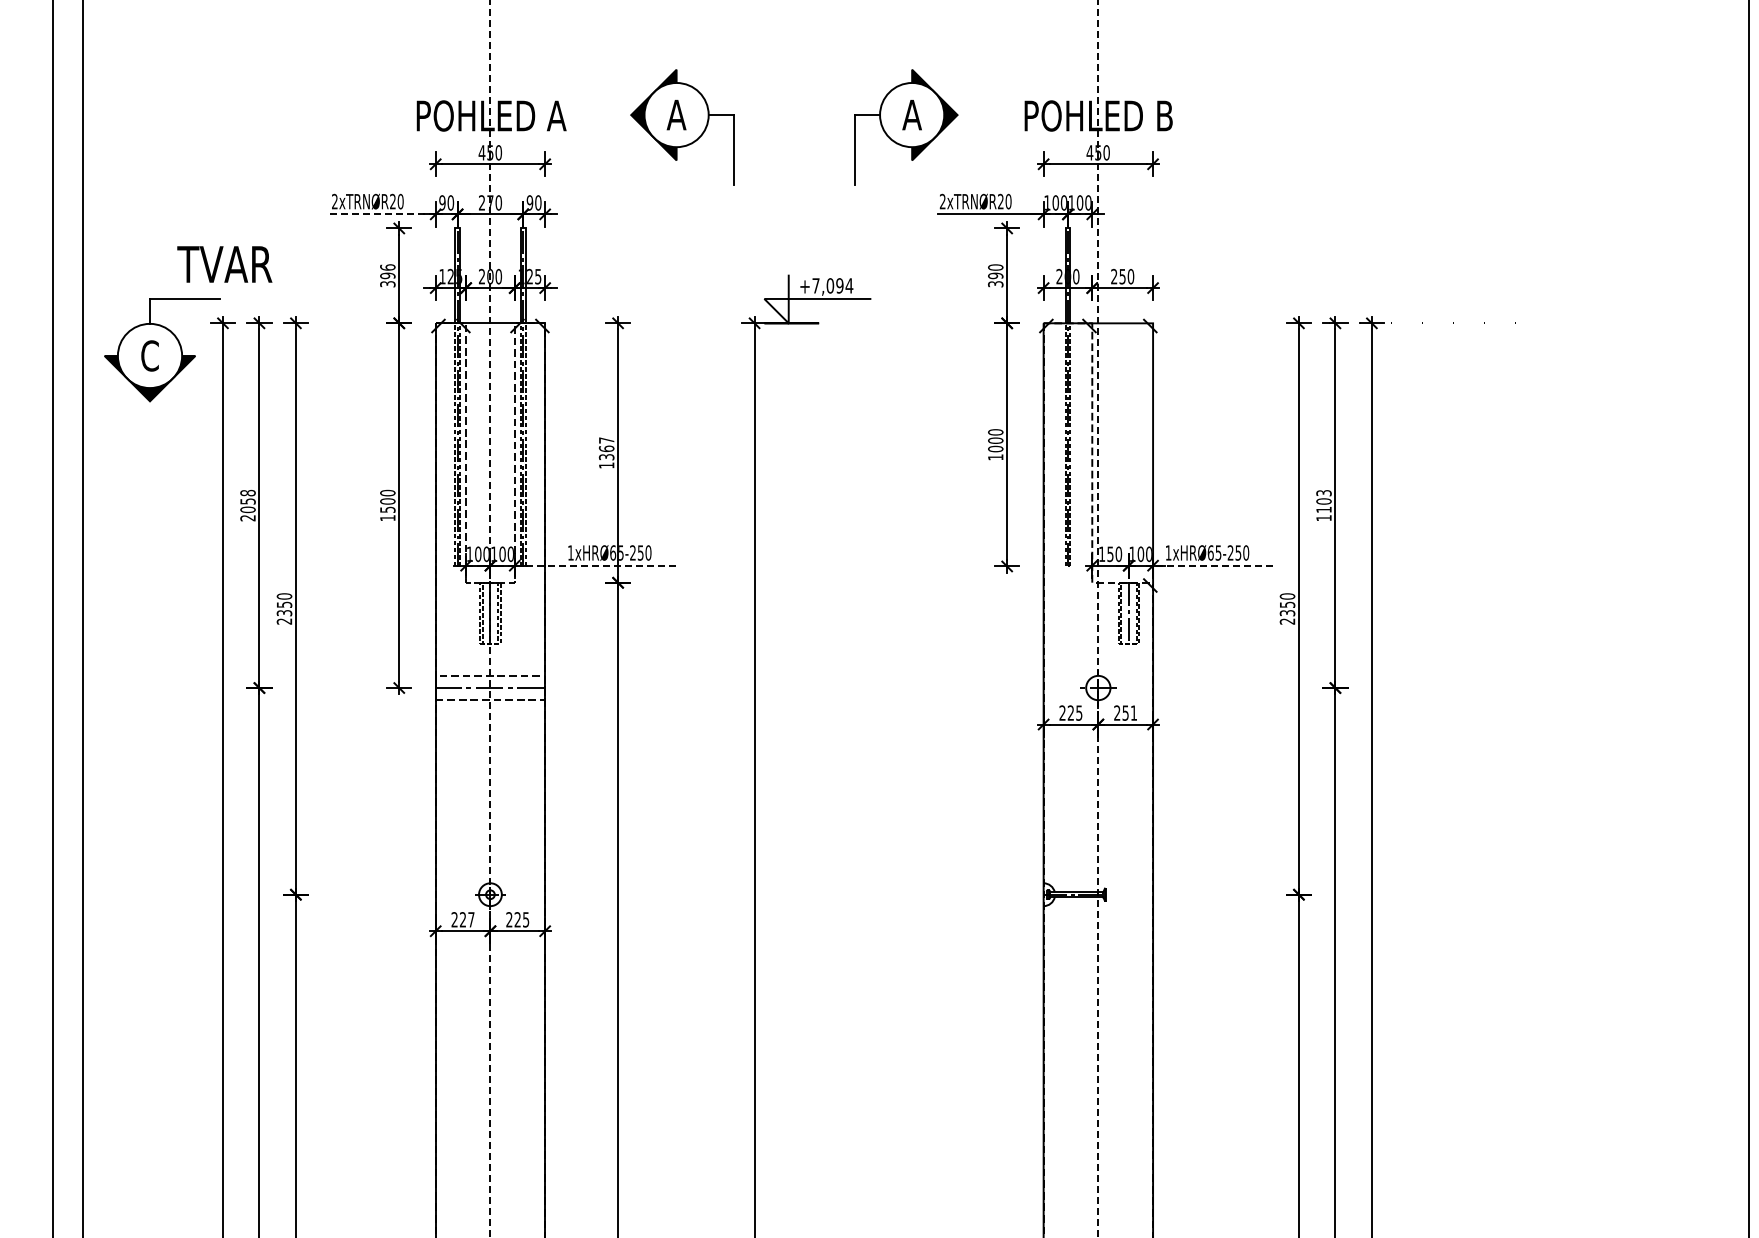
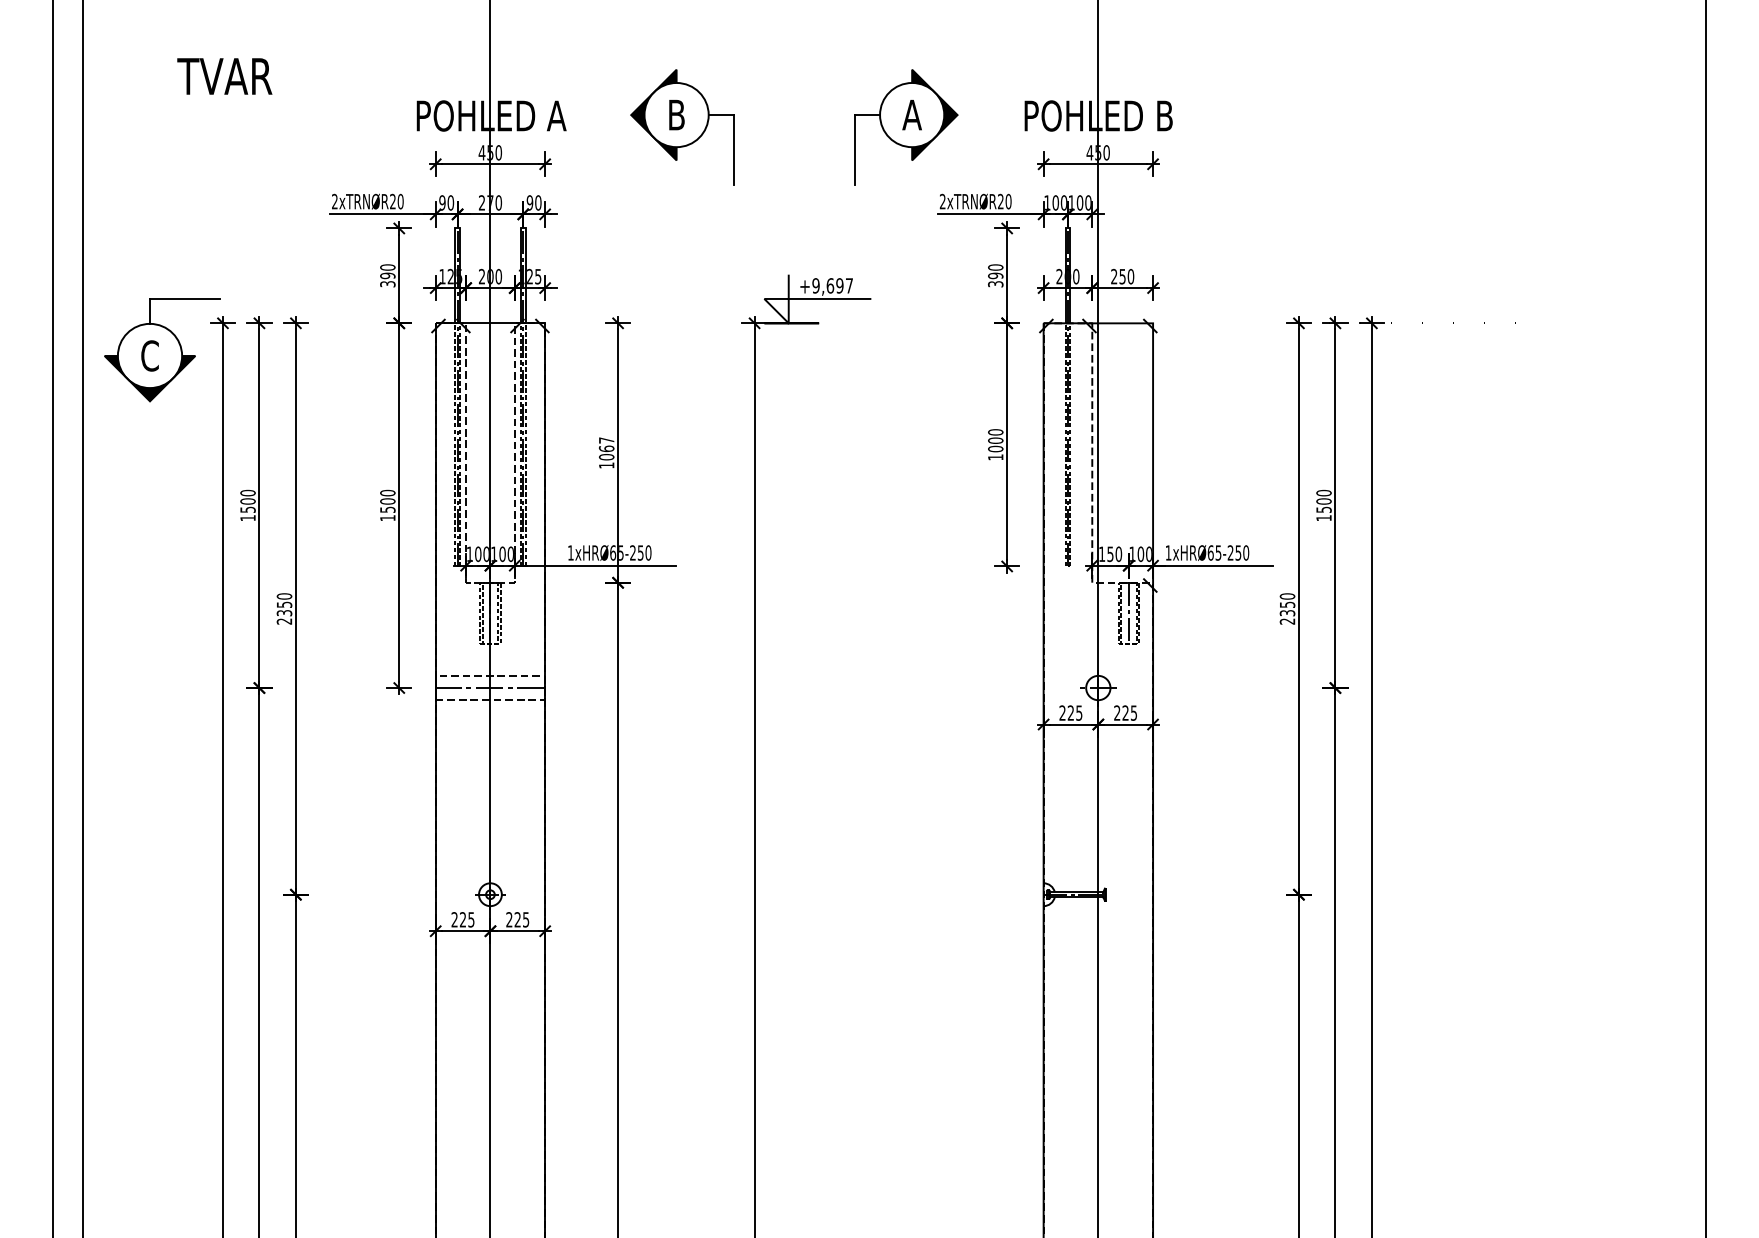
text at (676, 114): A -> B
line at (382, 214): dashed -> solid
text at (224, 264) position: (224, 264) -> (224, 76)
text at (387, 267): 396 -> 390
text at (832, 285): +7,094 -> +9,697
text at (606, 457): 1367 -> 1067
text at (1323, 500): 1103 -> 1500
text at (247, 505): 2058 -> 1500
line at (594, 565): dashed -> solid
line at (1212, 565): dashed -> solid
line at (1749, 618) position: (1749, 618) -> (1706, 618)
line at (490, 619): dashed -> solid
line at (1098, 619): dashed -> solid
text at (1129, 712): 251 -> 225
text at (471, 919): 227 -> 225
